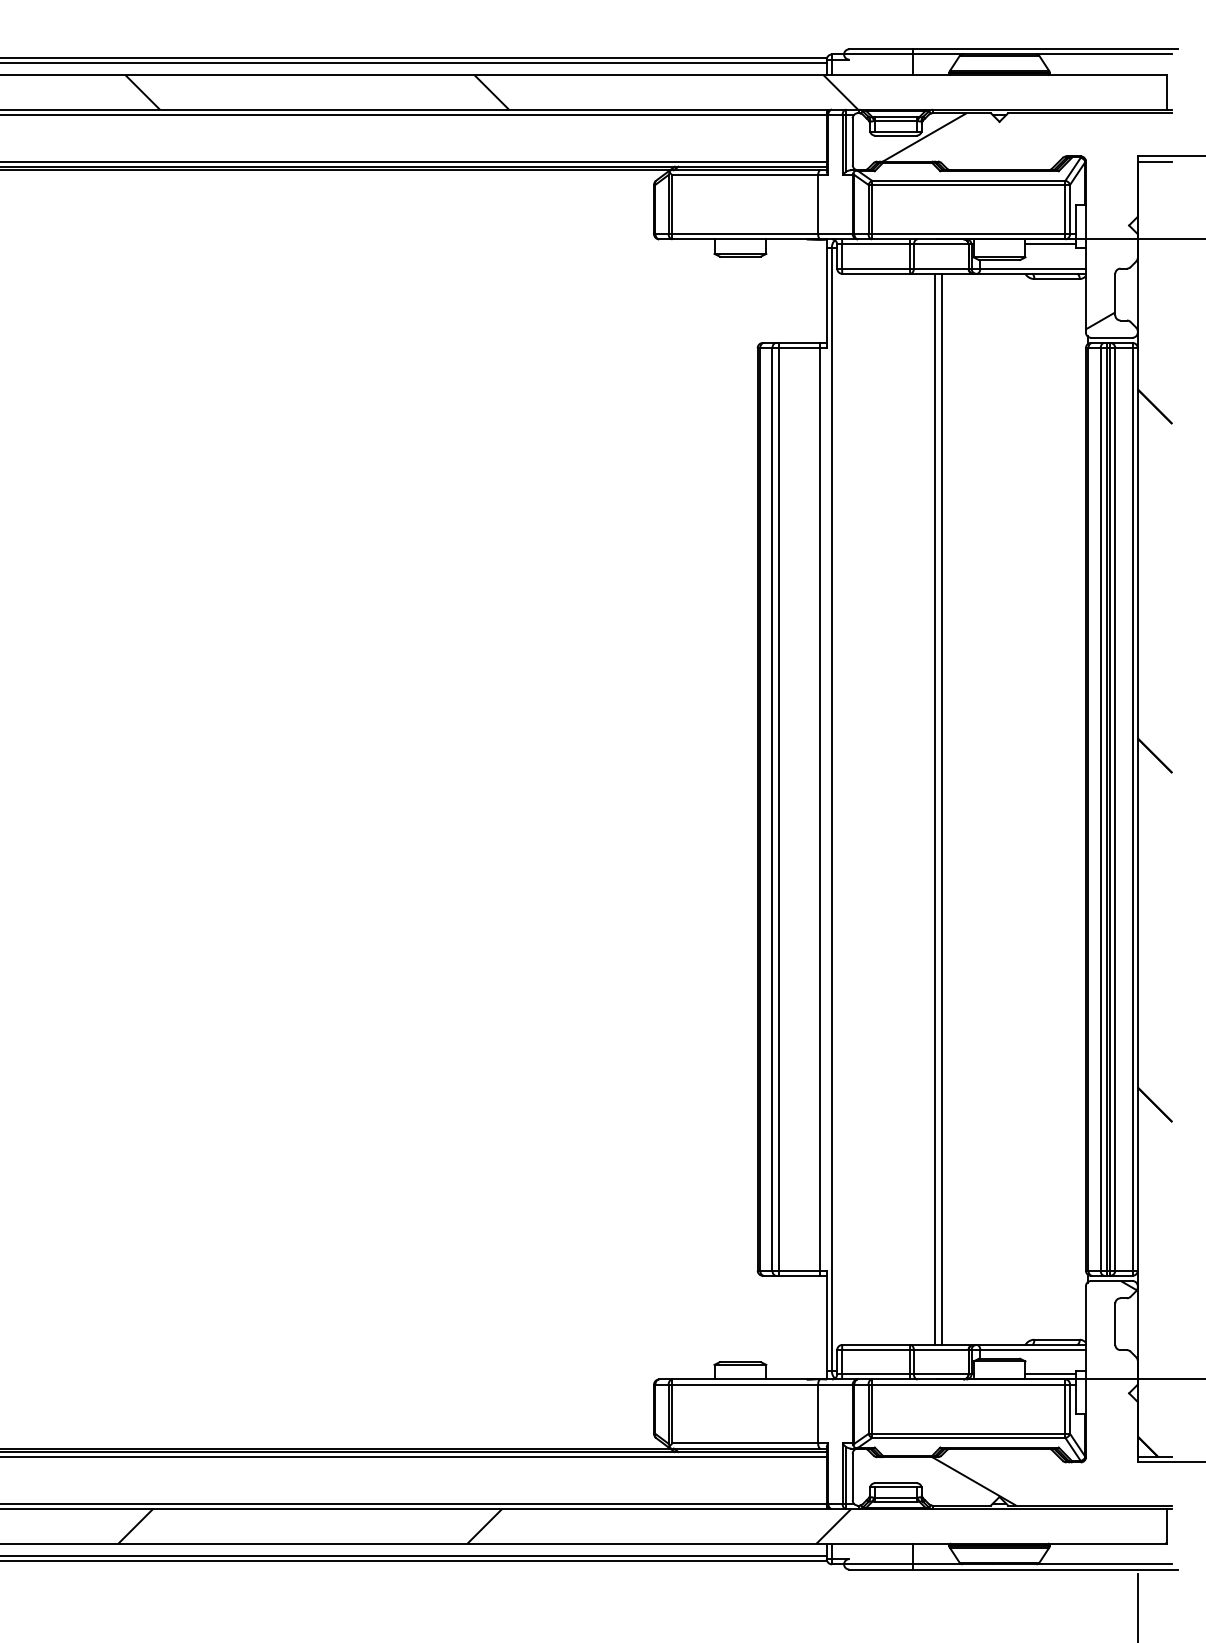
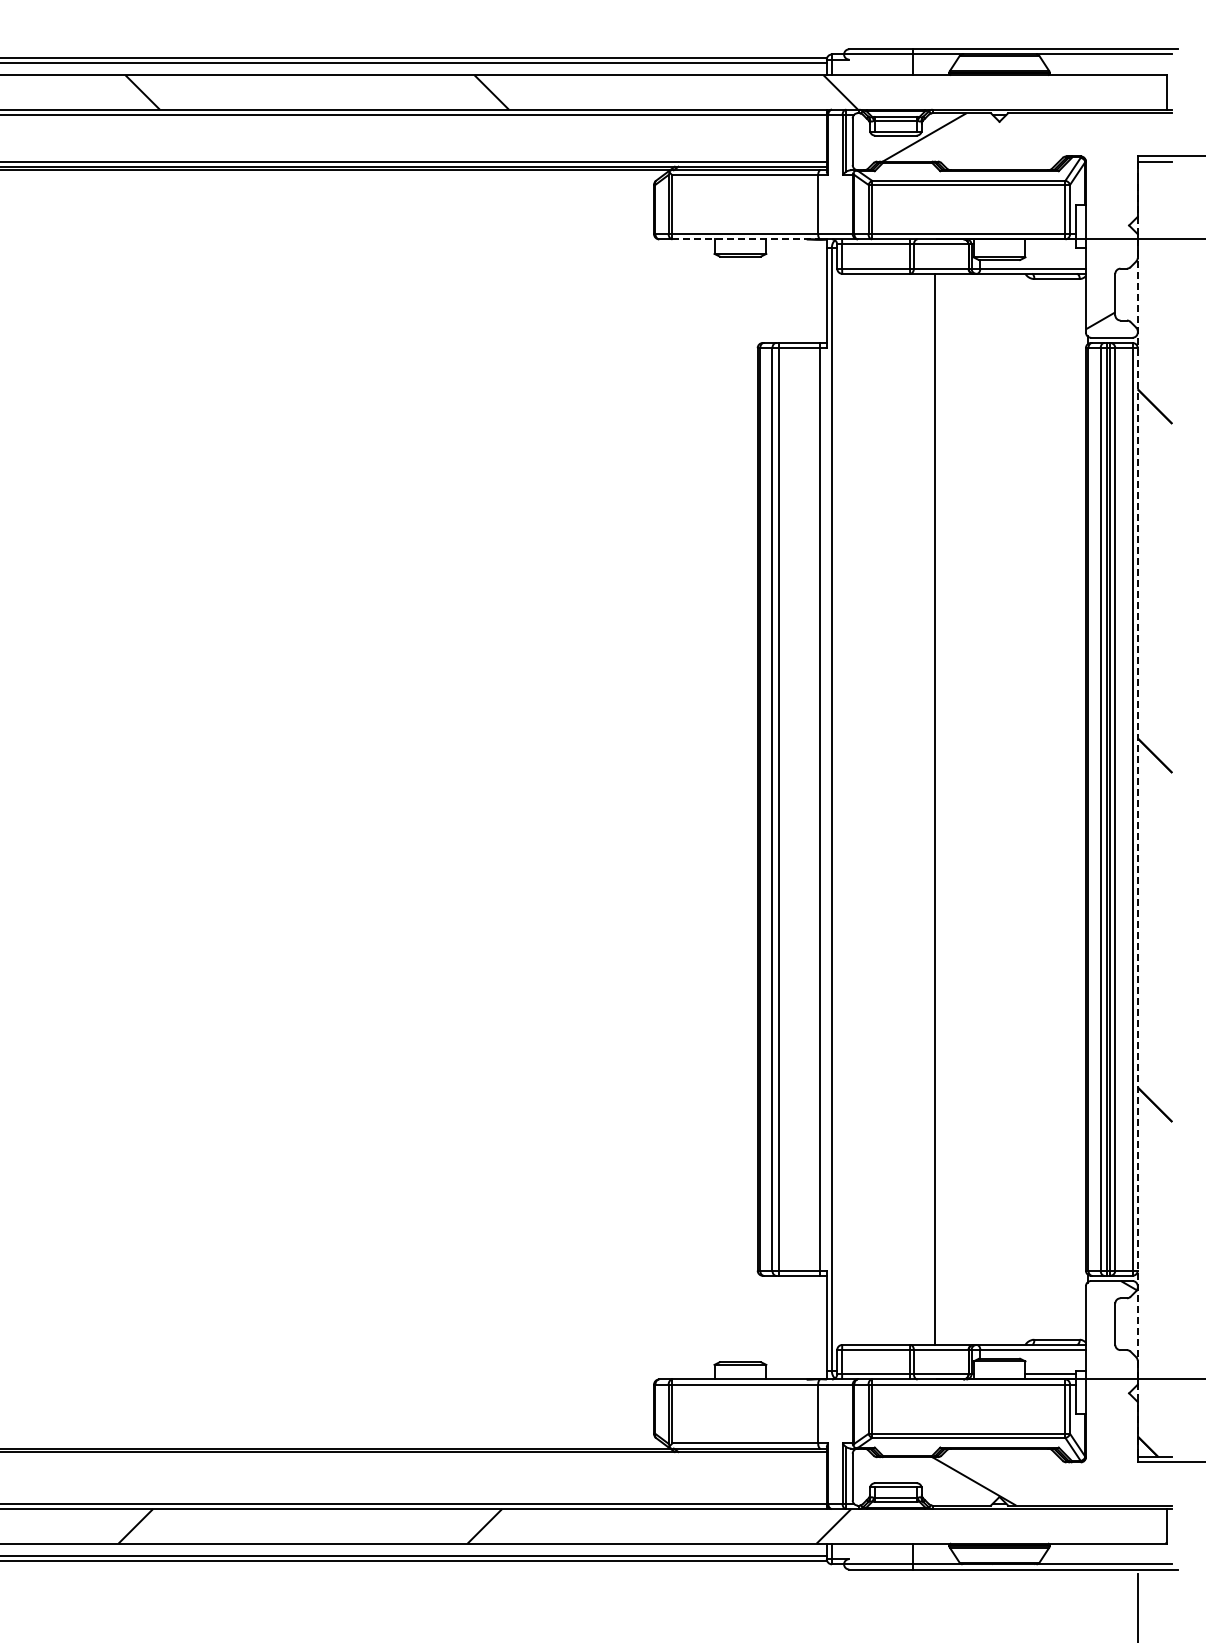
line at (746, 239): solid -> dashed
line at (1050, 244): present -> none
line at (942, 808): present -> none
line at (1137, 809): solid -> dashed
line at (414, 1457): present -> none
